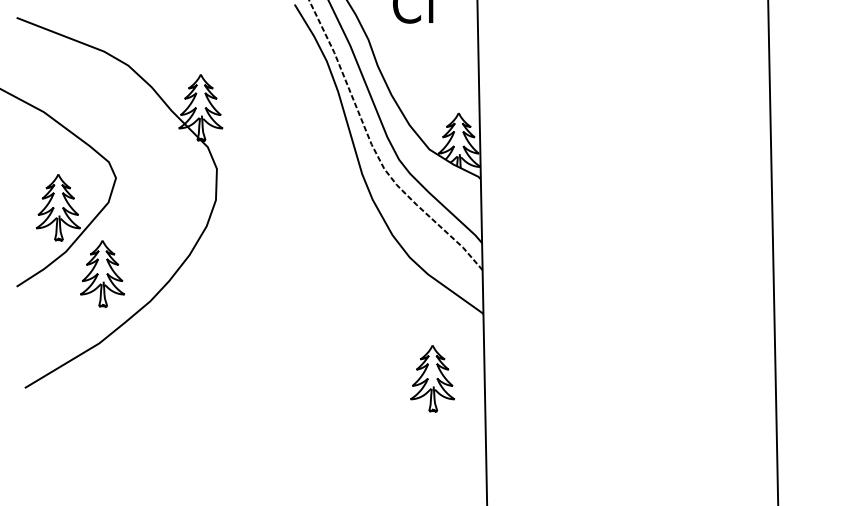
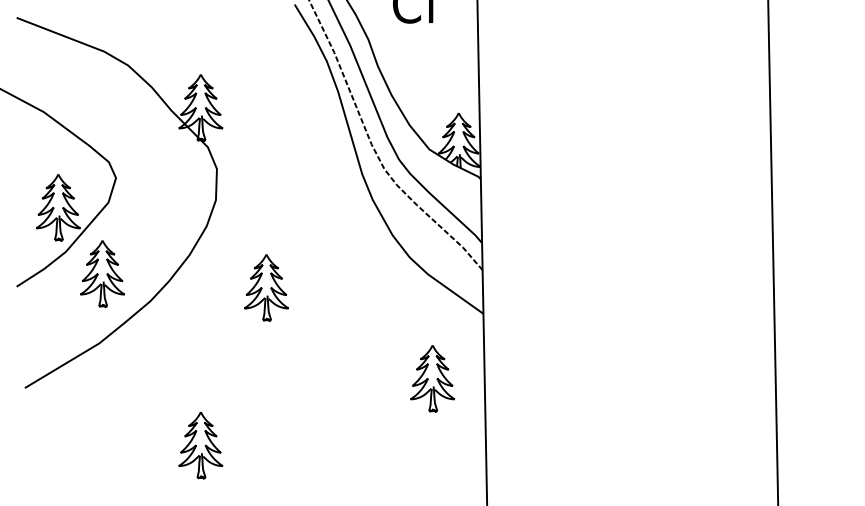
part at (266, 287): none -> present
part at (200, 445): none -> present
